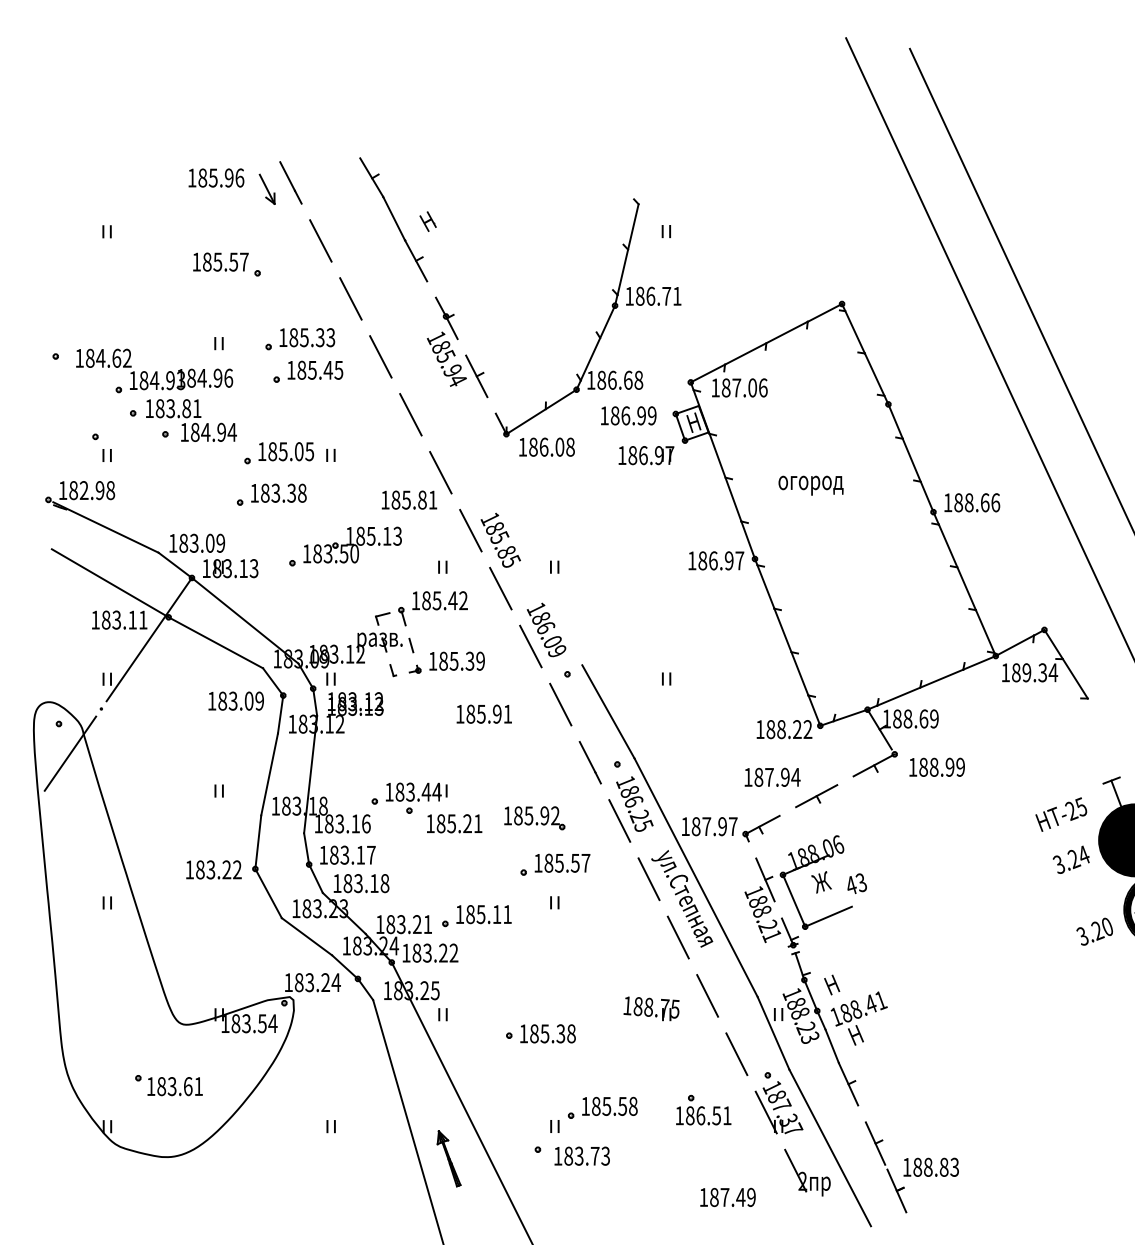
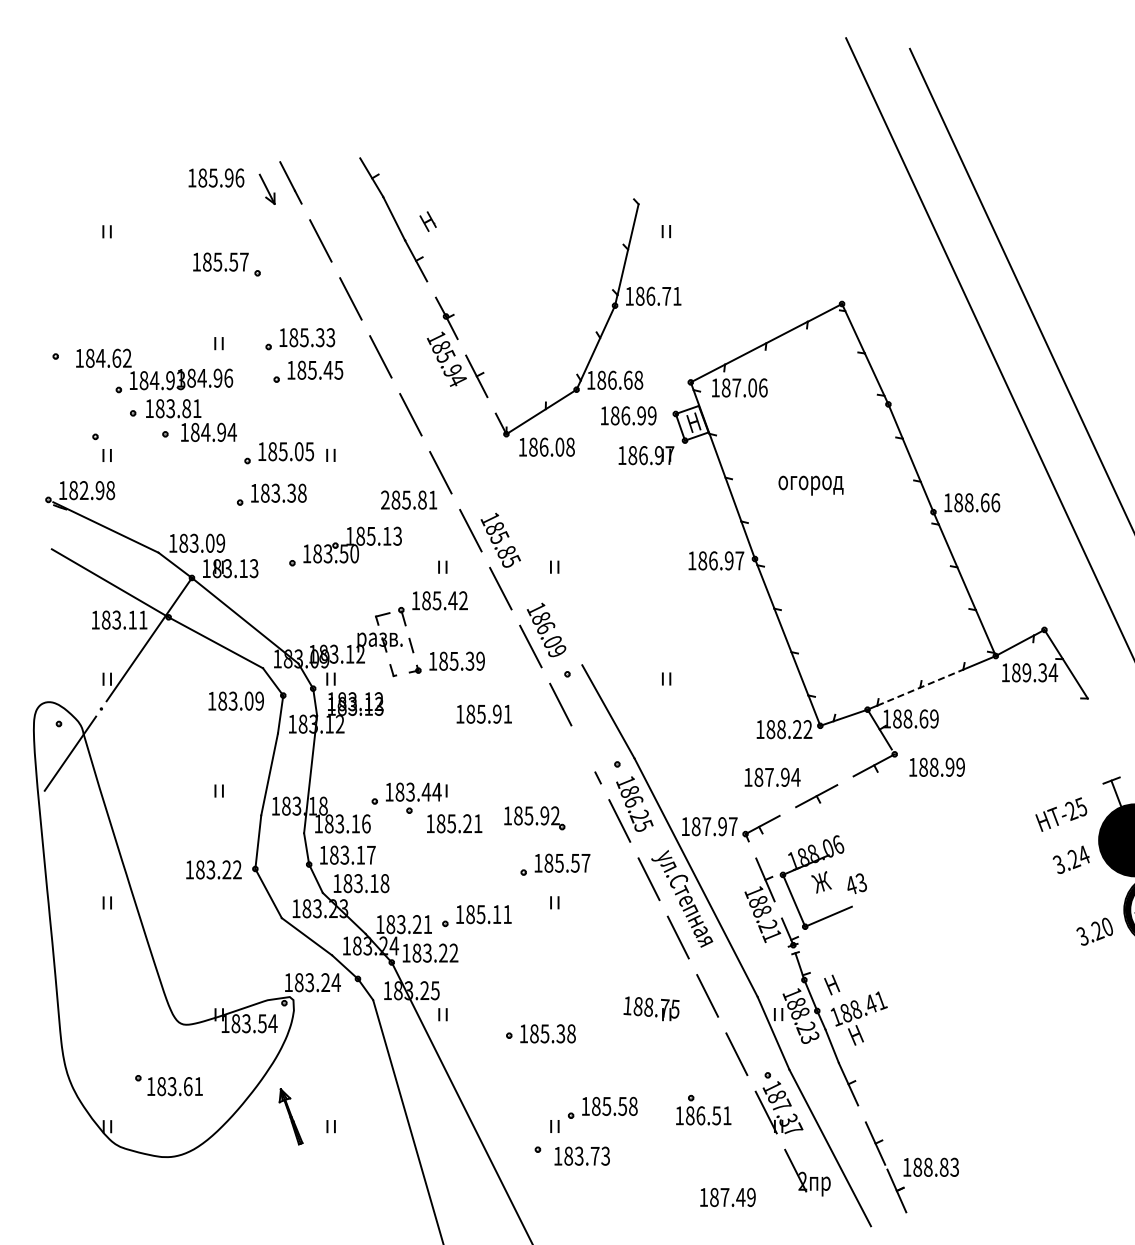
text at (385, 499): 185.81 -> 285.81
line at (920, 687): solid -> dashed
line at (587, 756): present -> none
part at (448, 1158) position: (448, 1158) -> (290, 1116)
